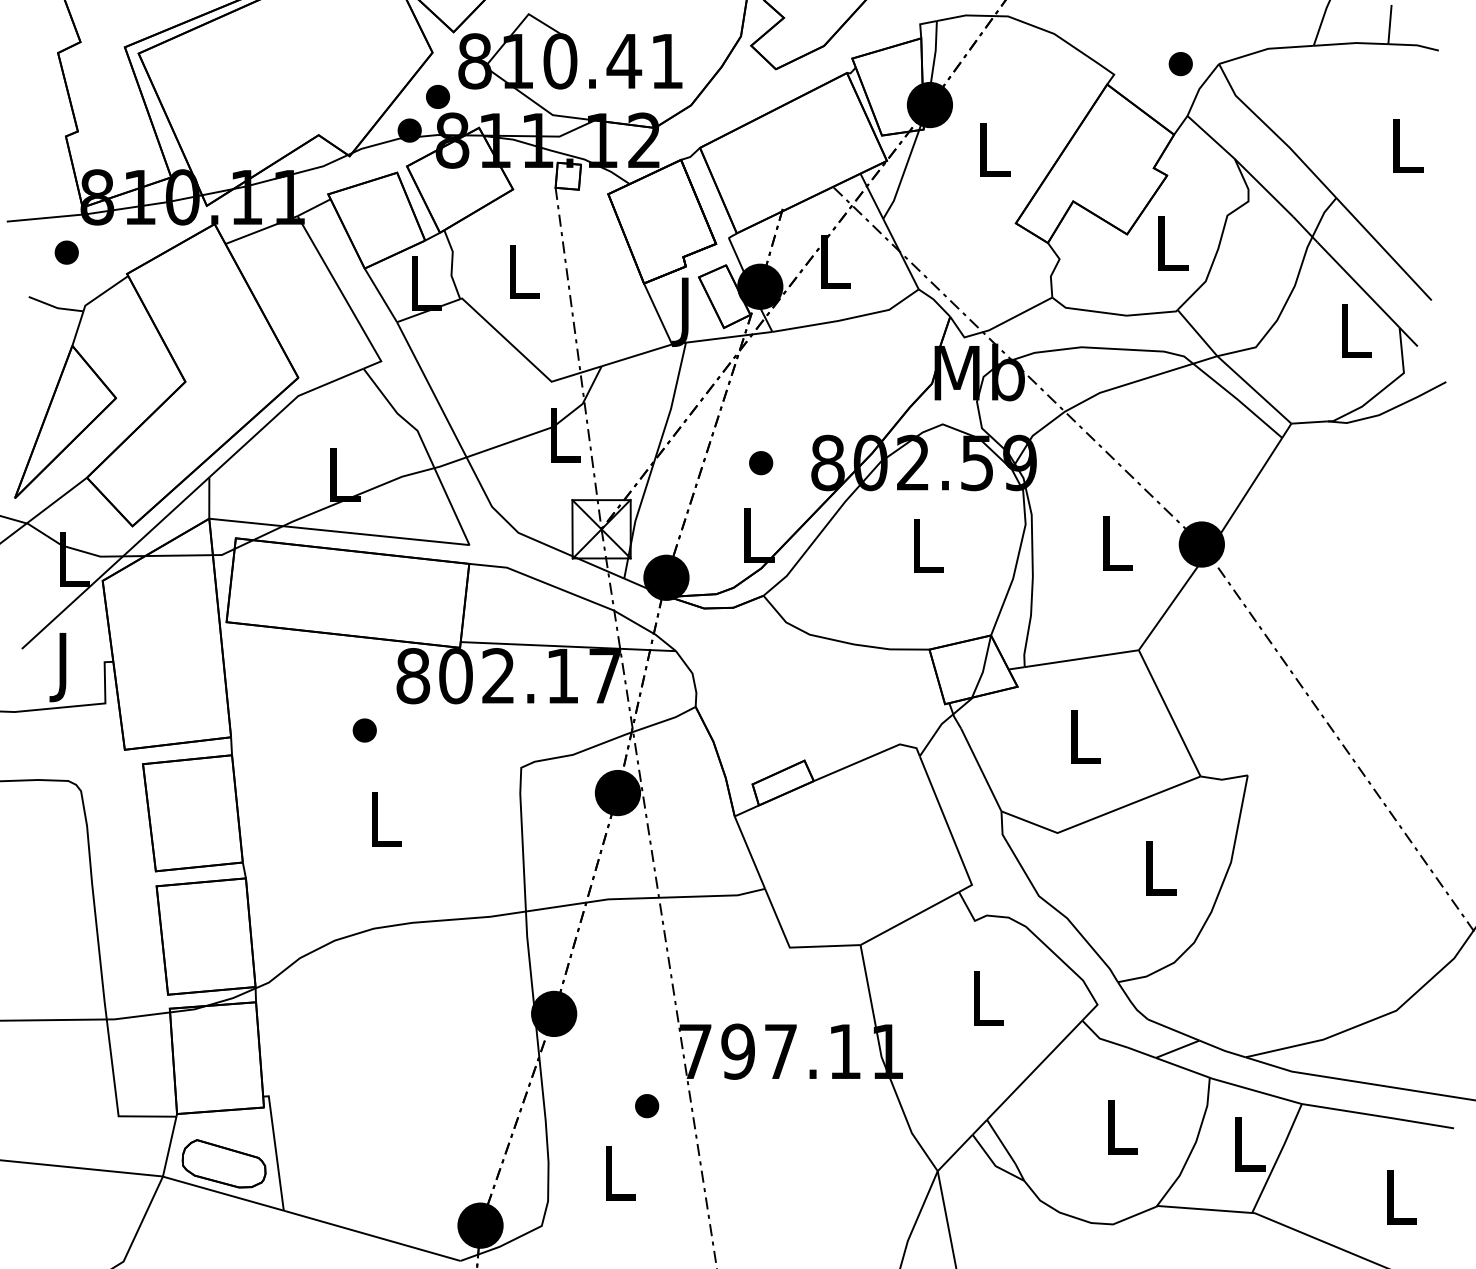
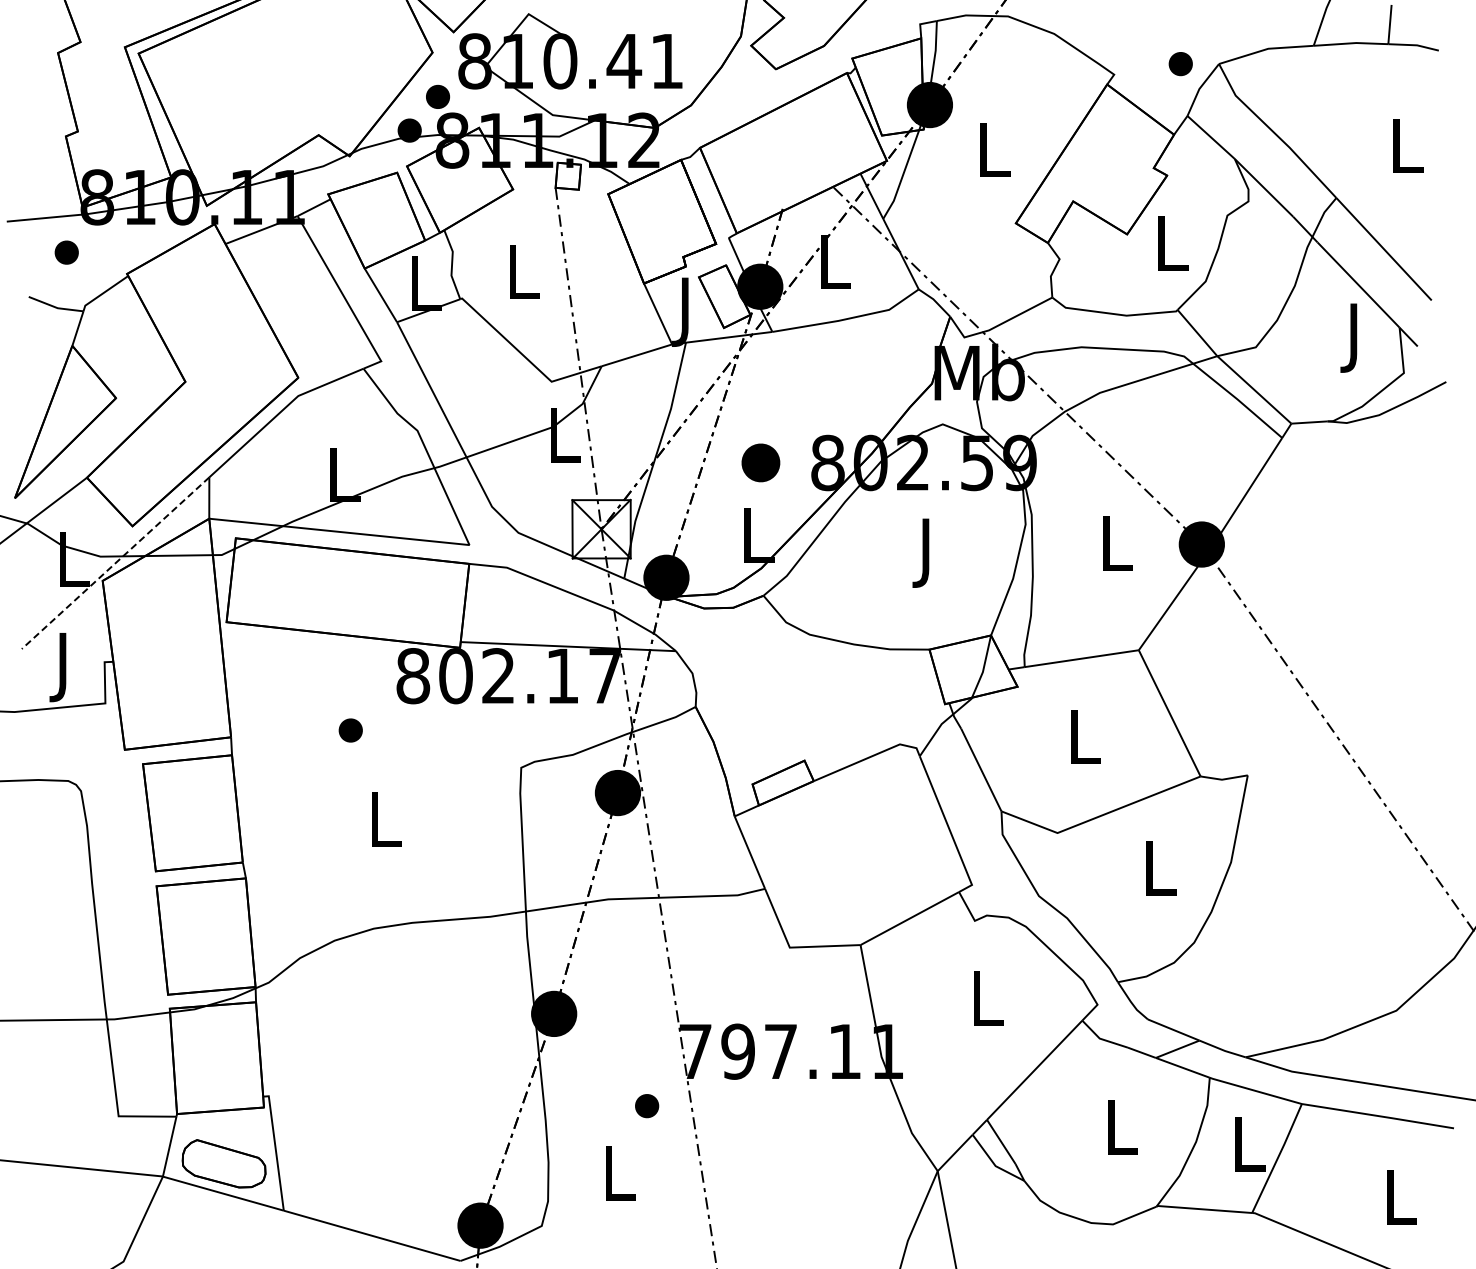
text at (1355, 337): L -> J
part at (761, 463) size: 25x25 px -> 40x40 px
text at (927, 552): L -> J
line at (115, 563): solid -> dashed
part at (364, 730) position: (364, 730) -> (350, 730)
